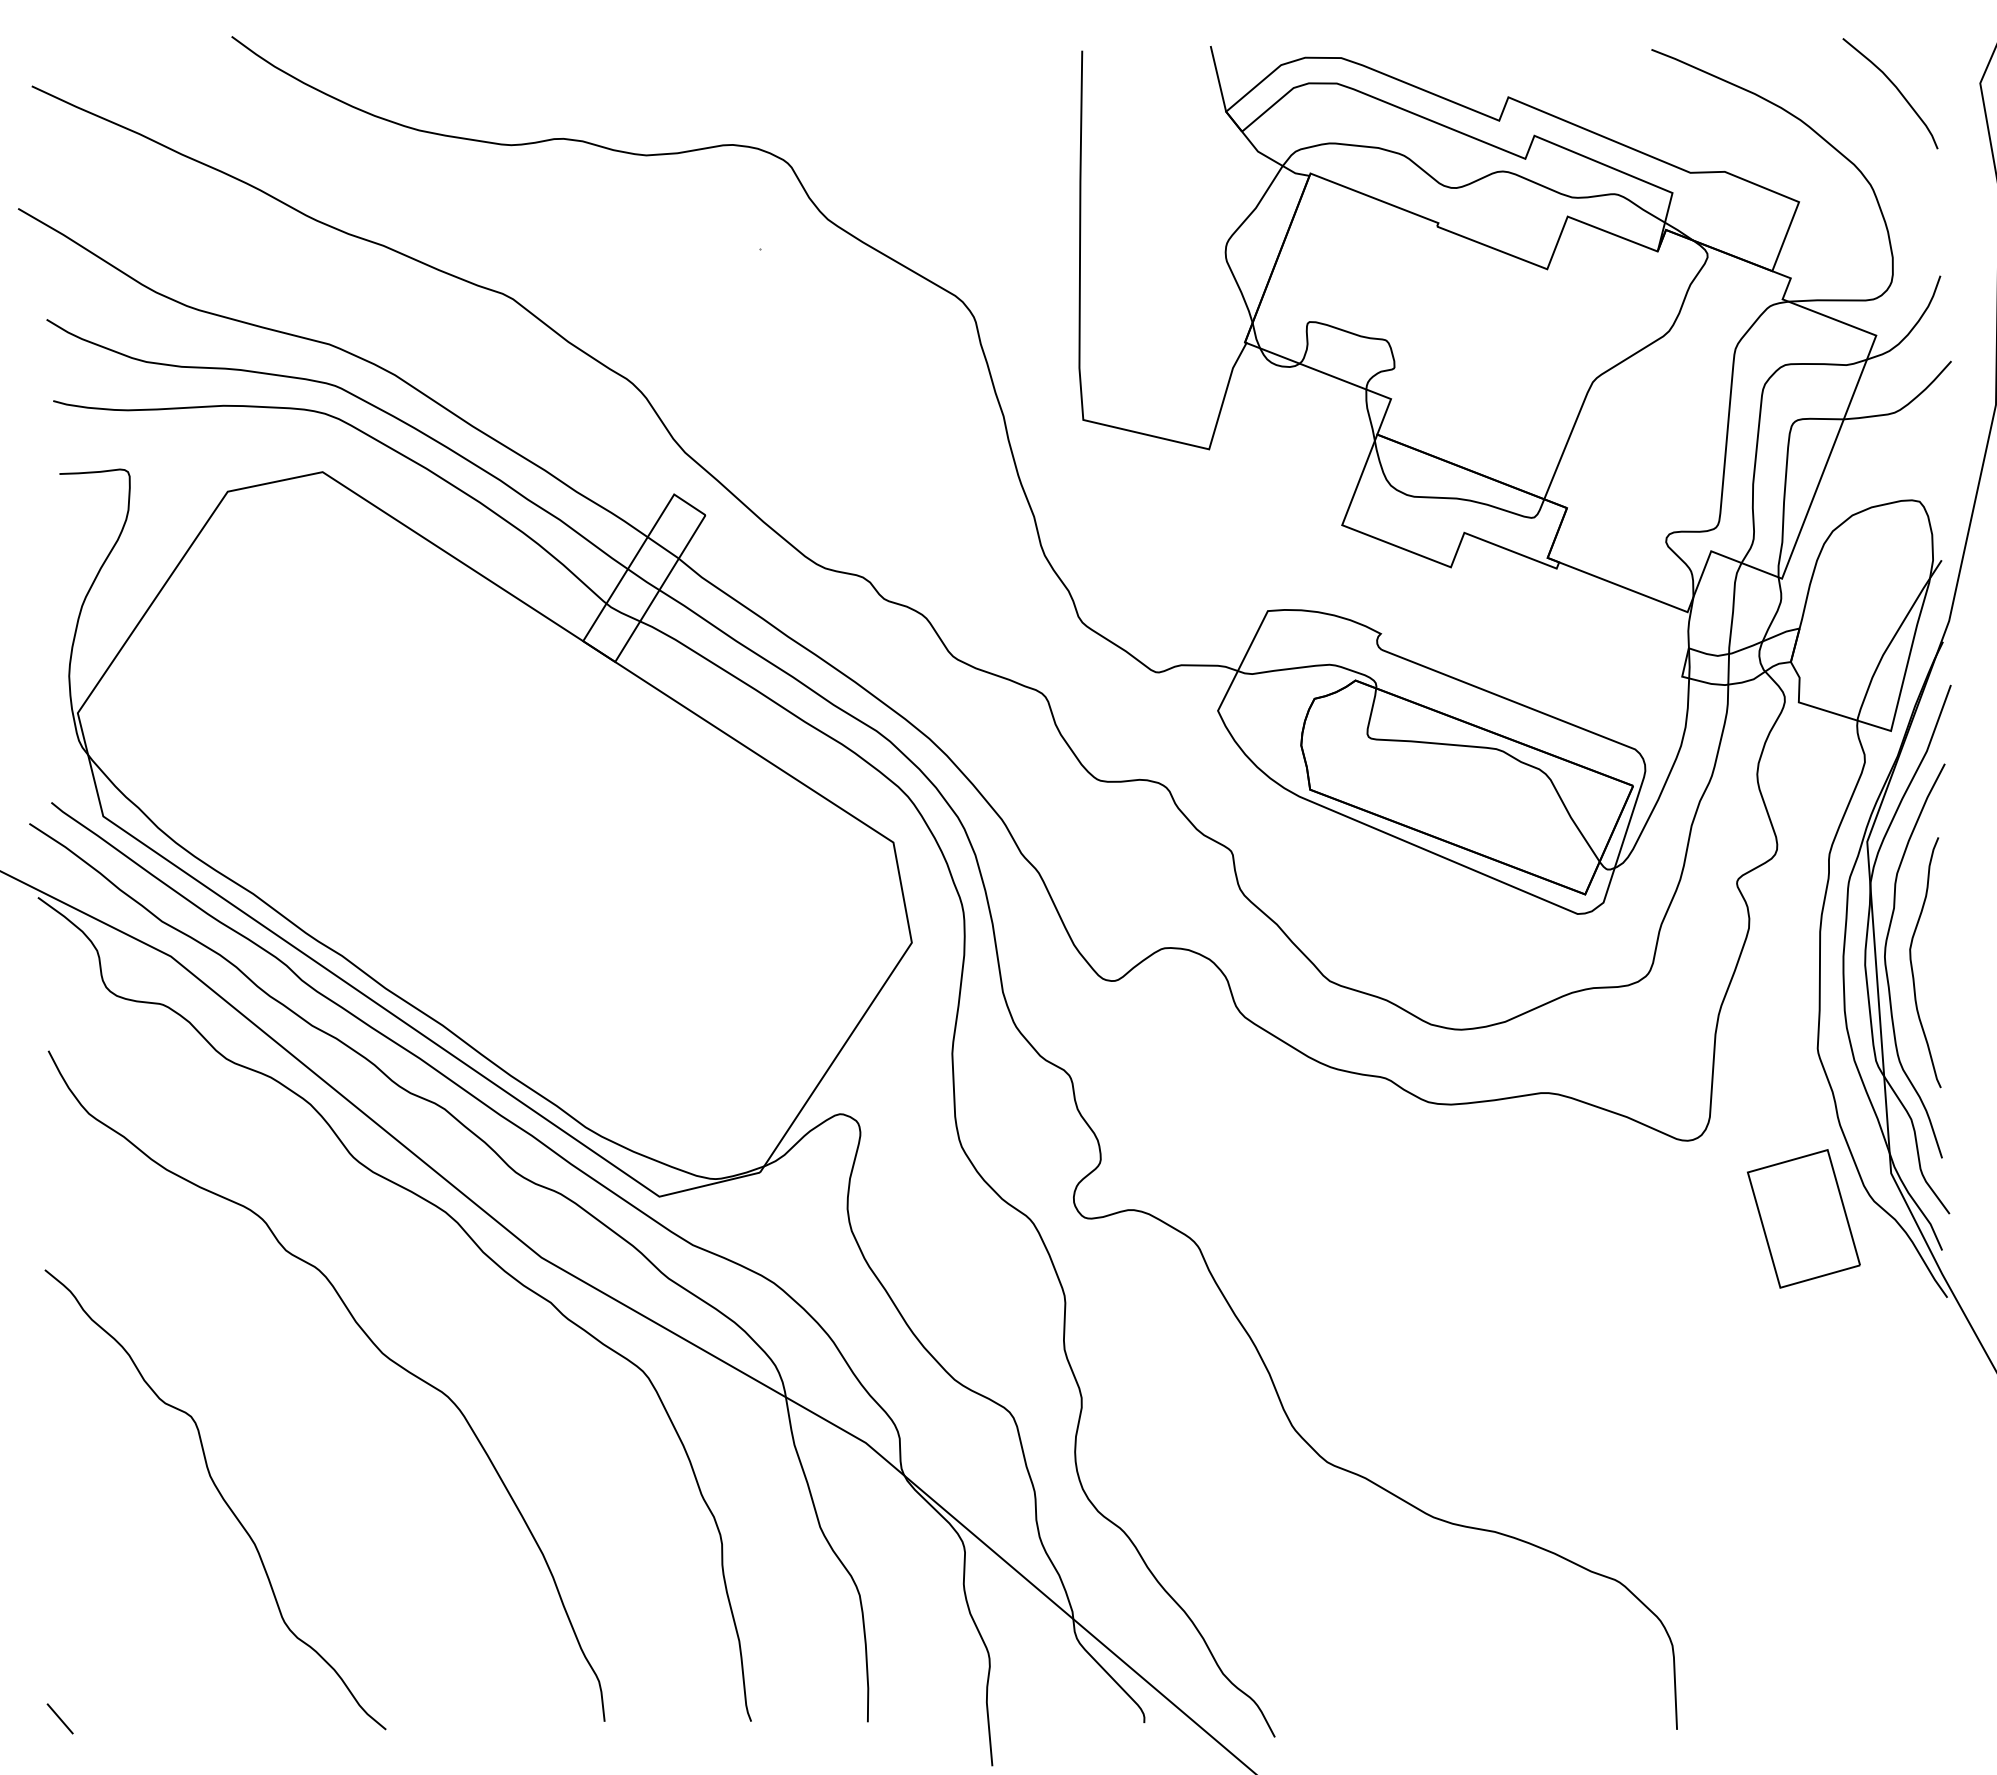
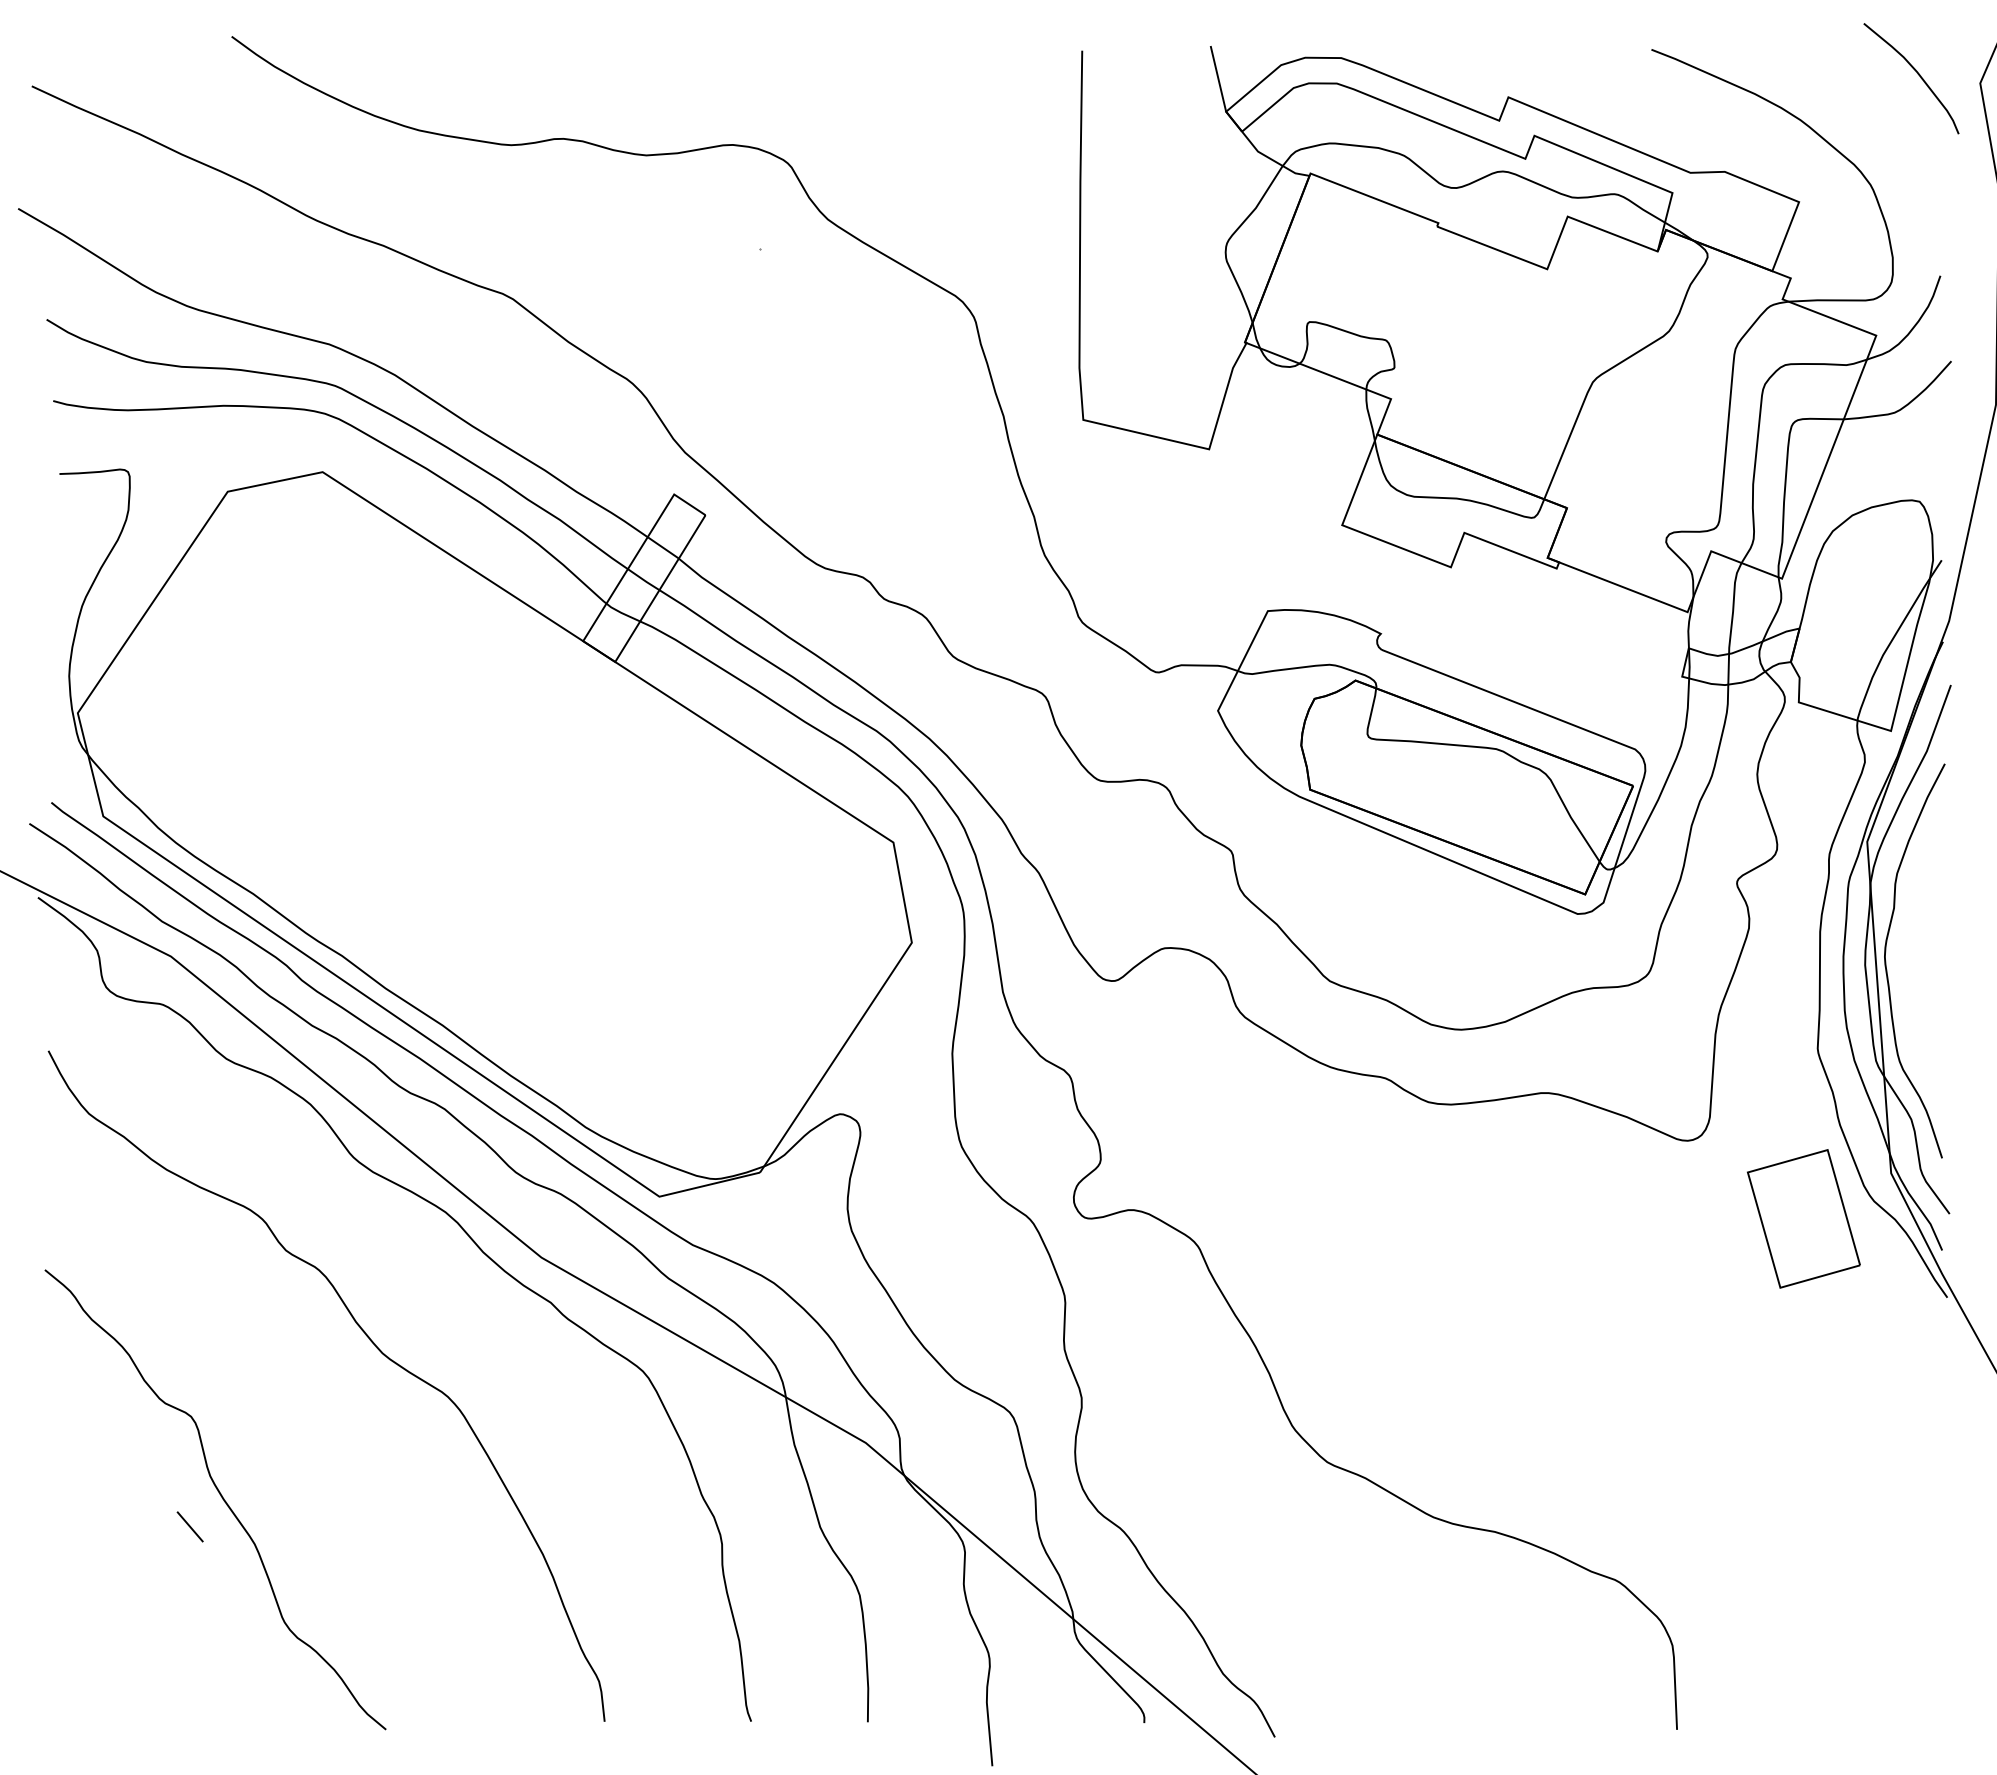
curve at (1896, 89) position: (1896, 89) -> (1917, 74)
curve at (1912, 963): present -> none
line at (59, 1718) position: (59, 1718) -> (189, 1526)
